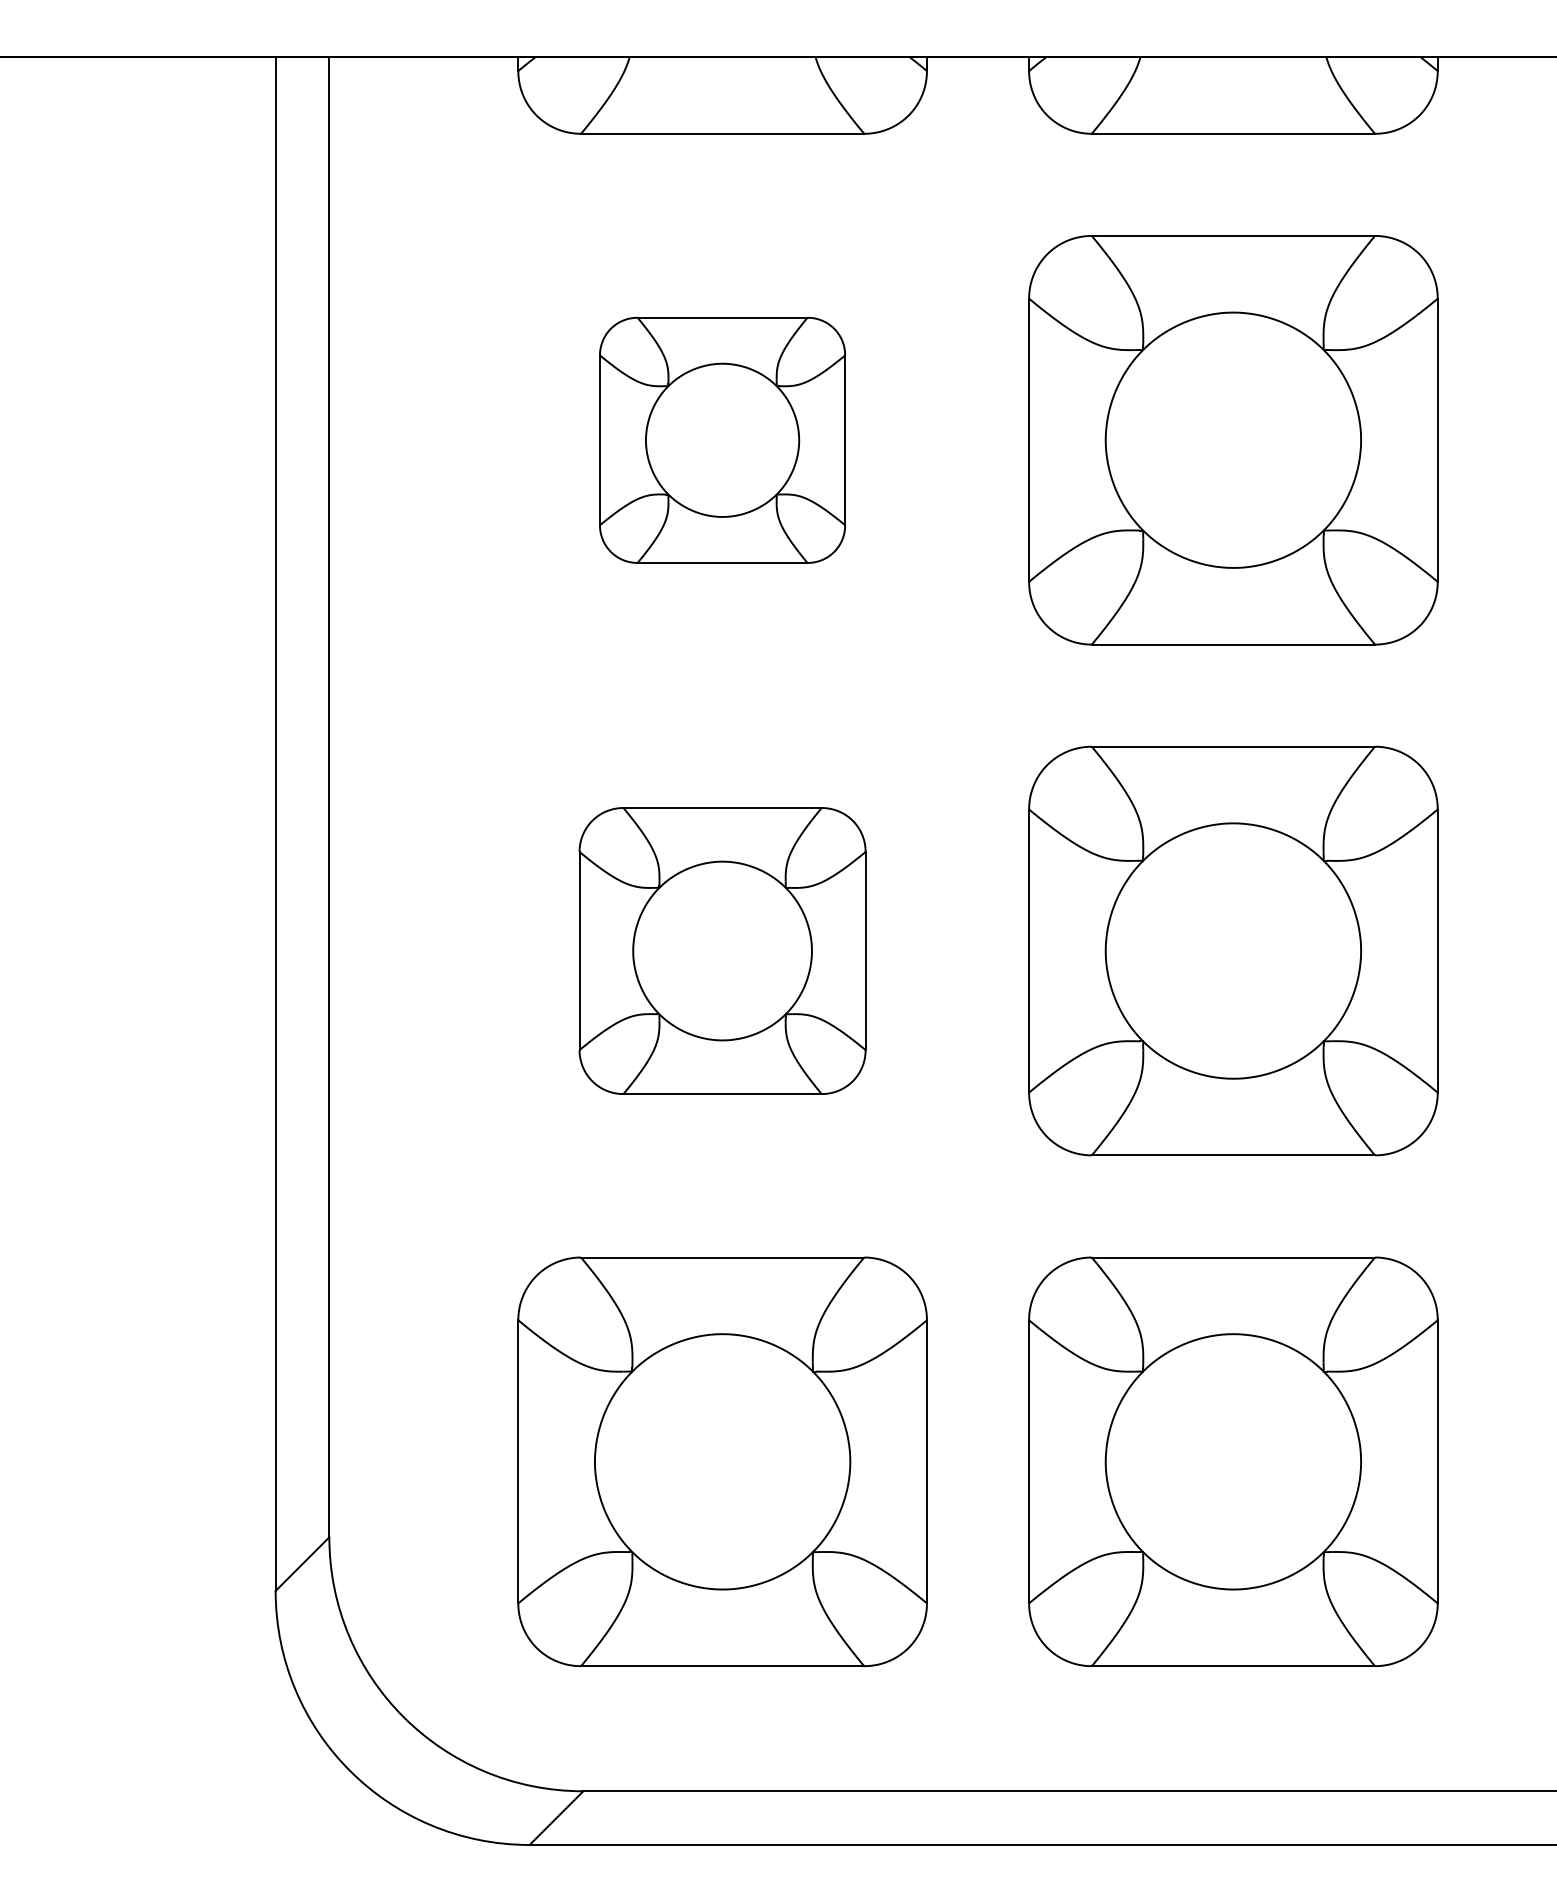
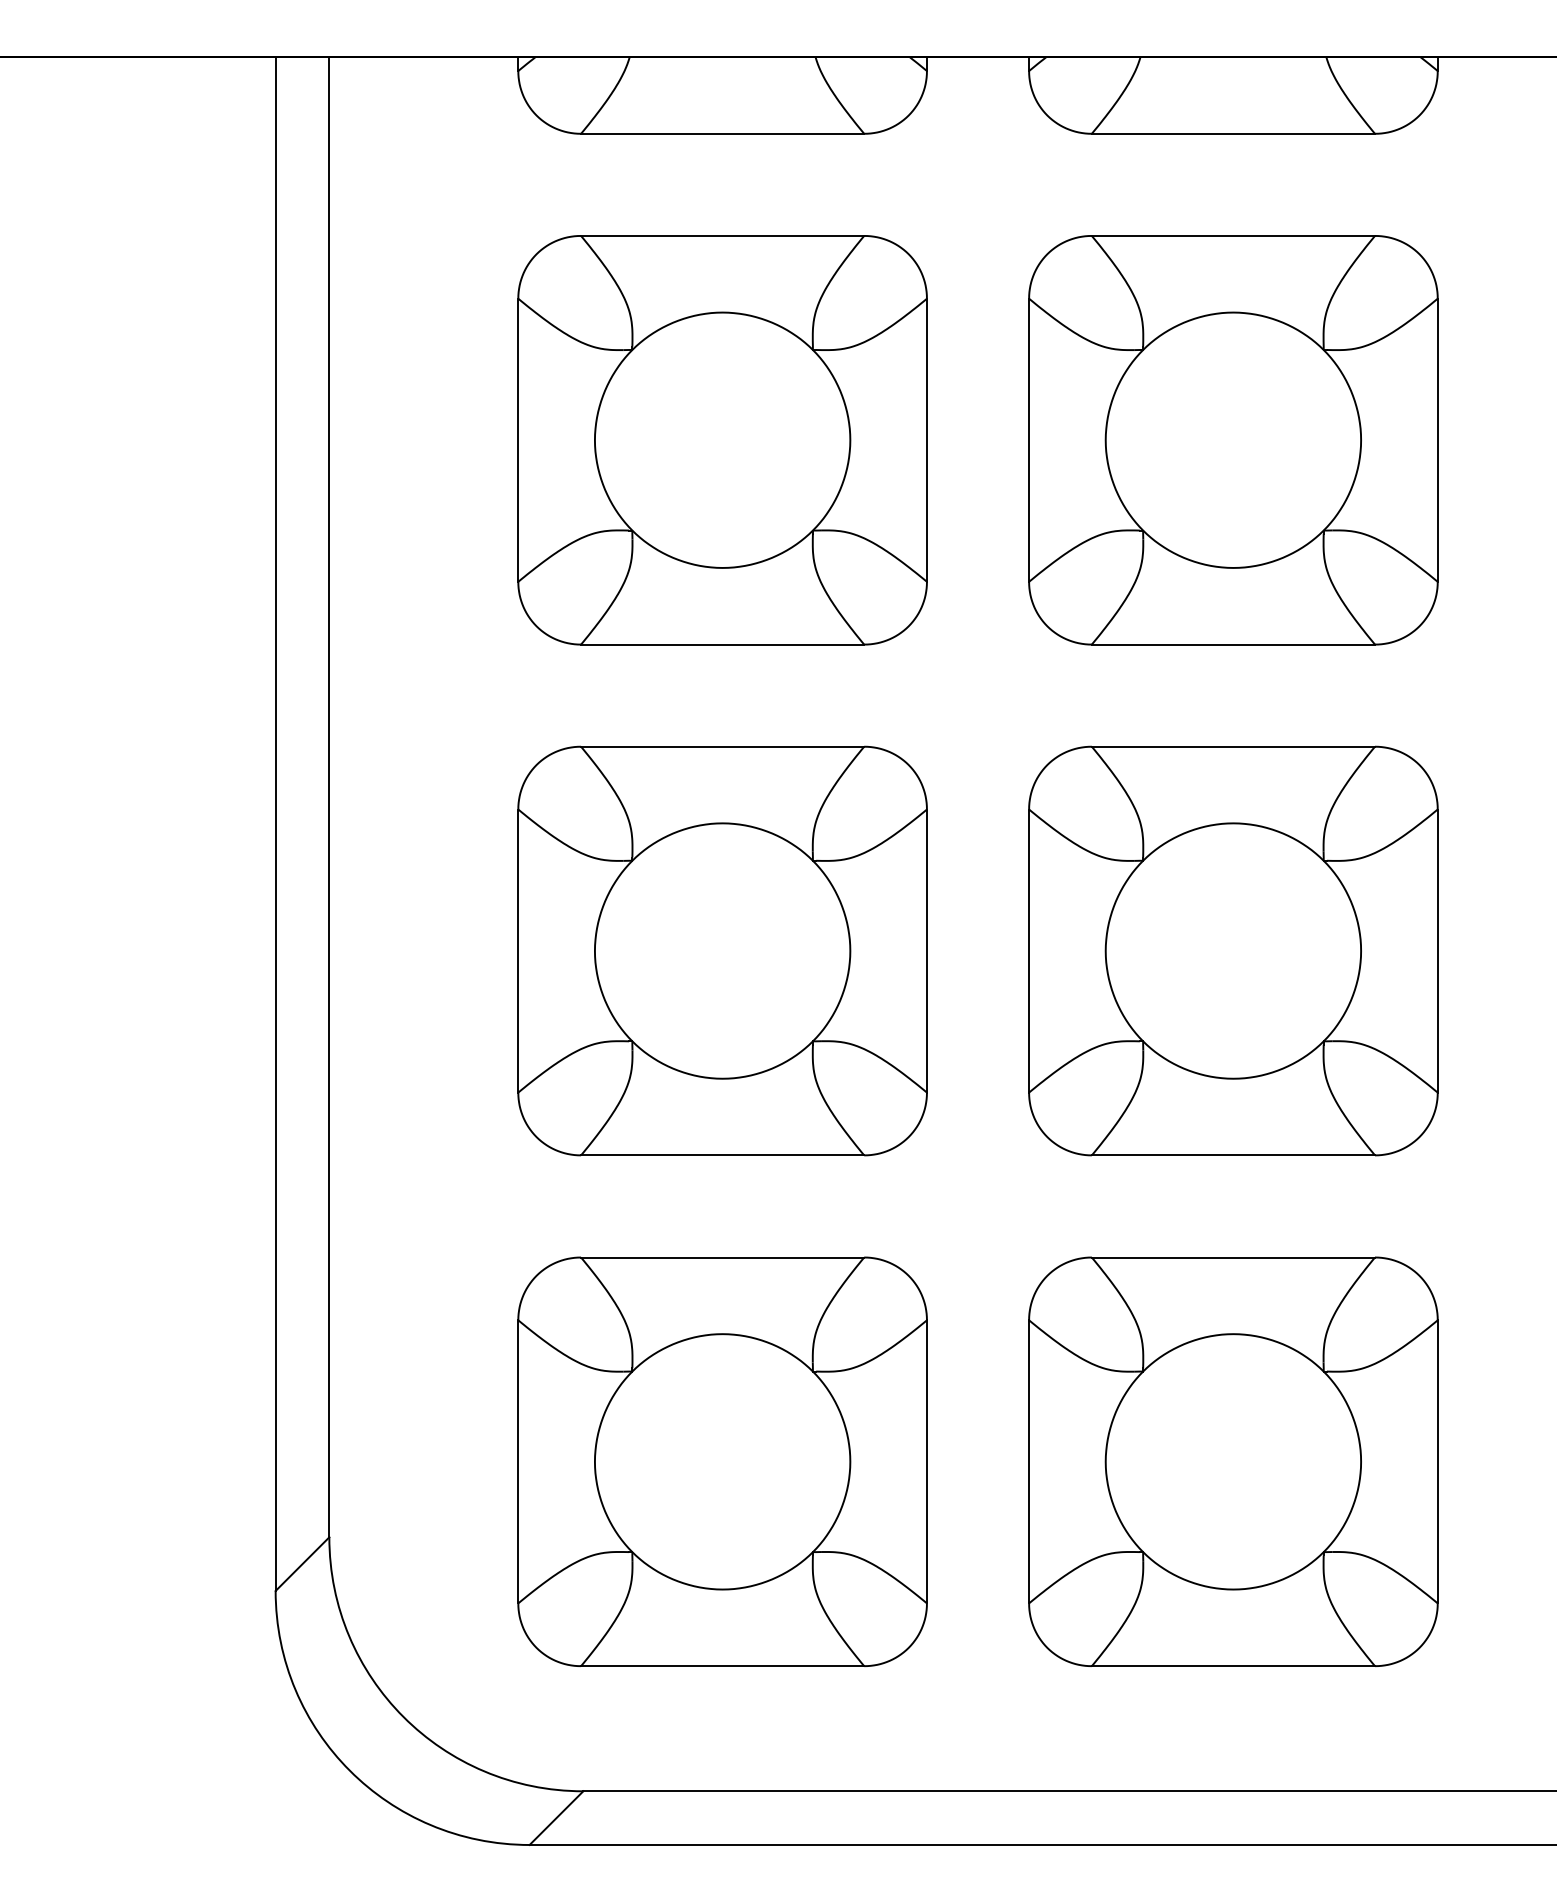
part at (722, 439) size: 248x248 px -> 411x411 px
part at (722, 950) size: 289x288 px -> 411x412 px
